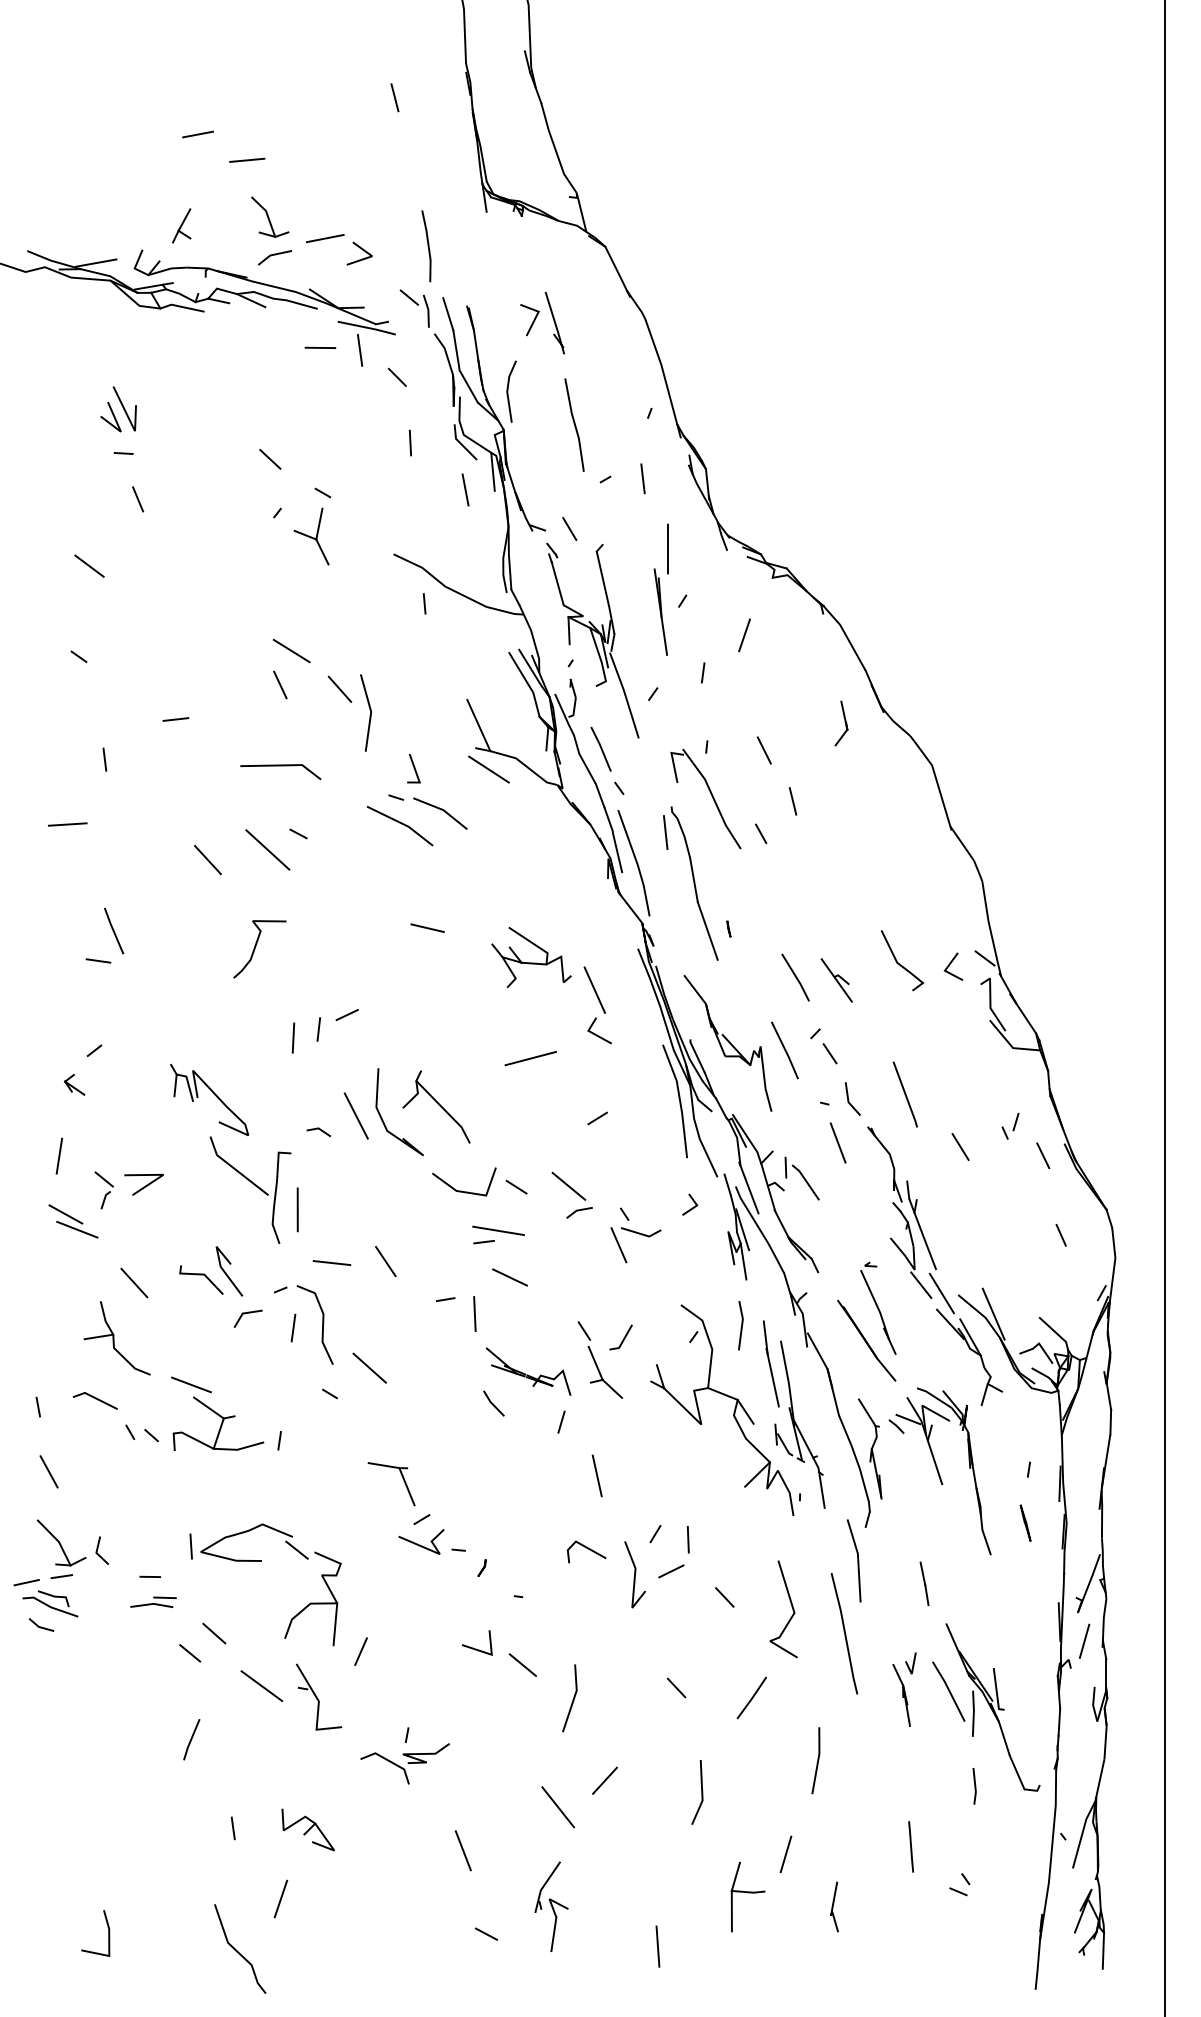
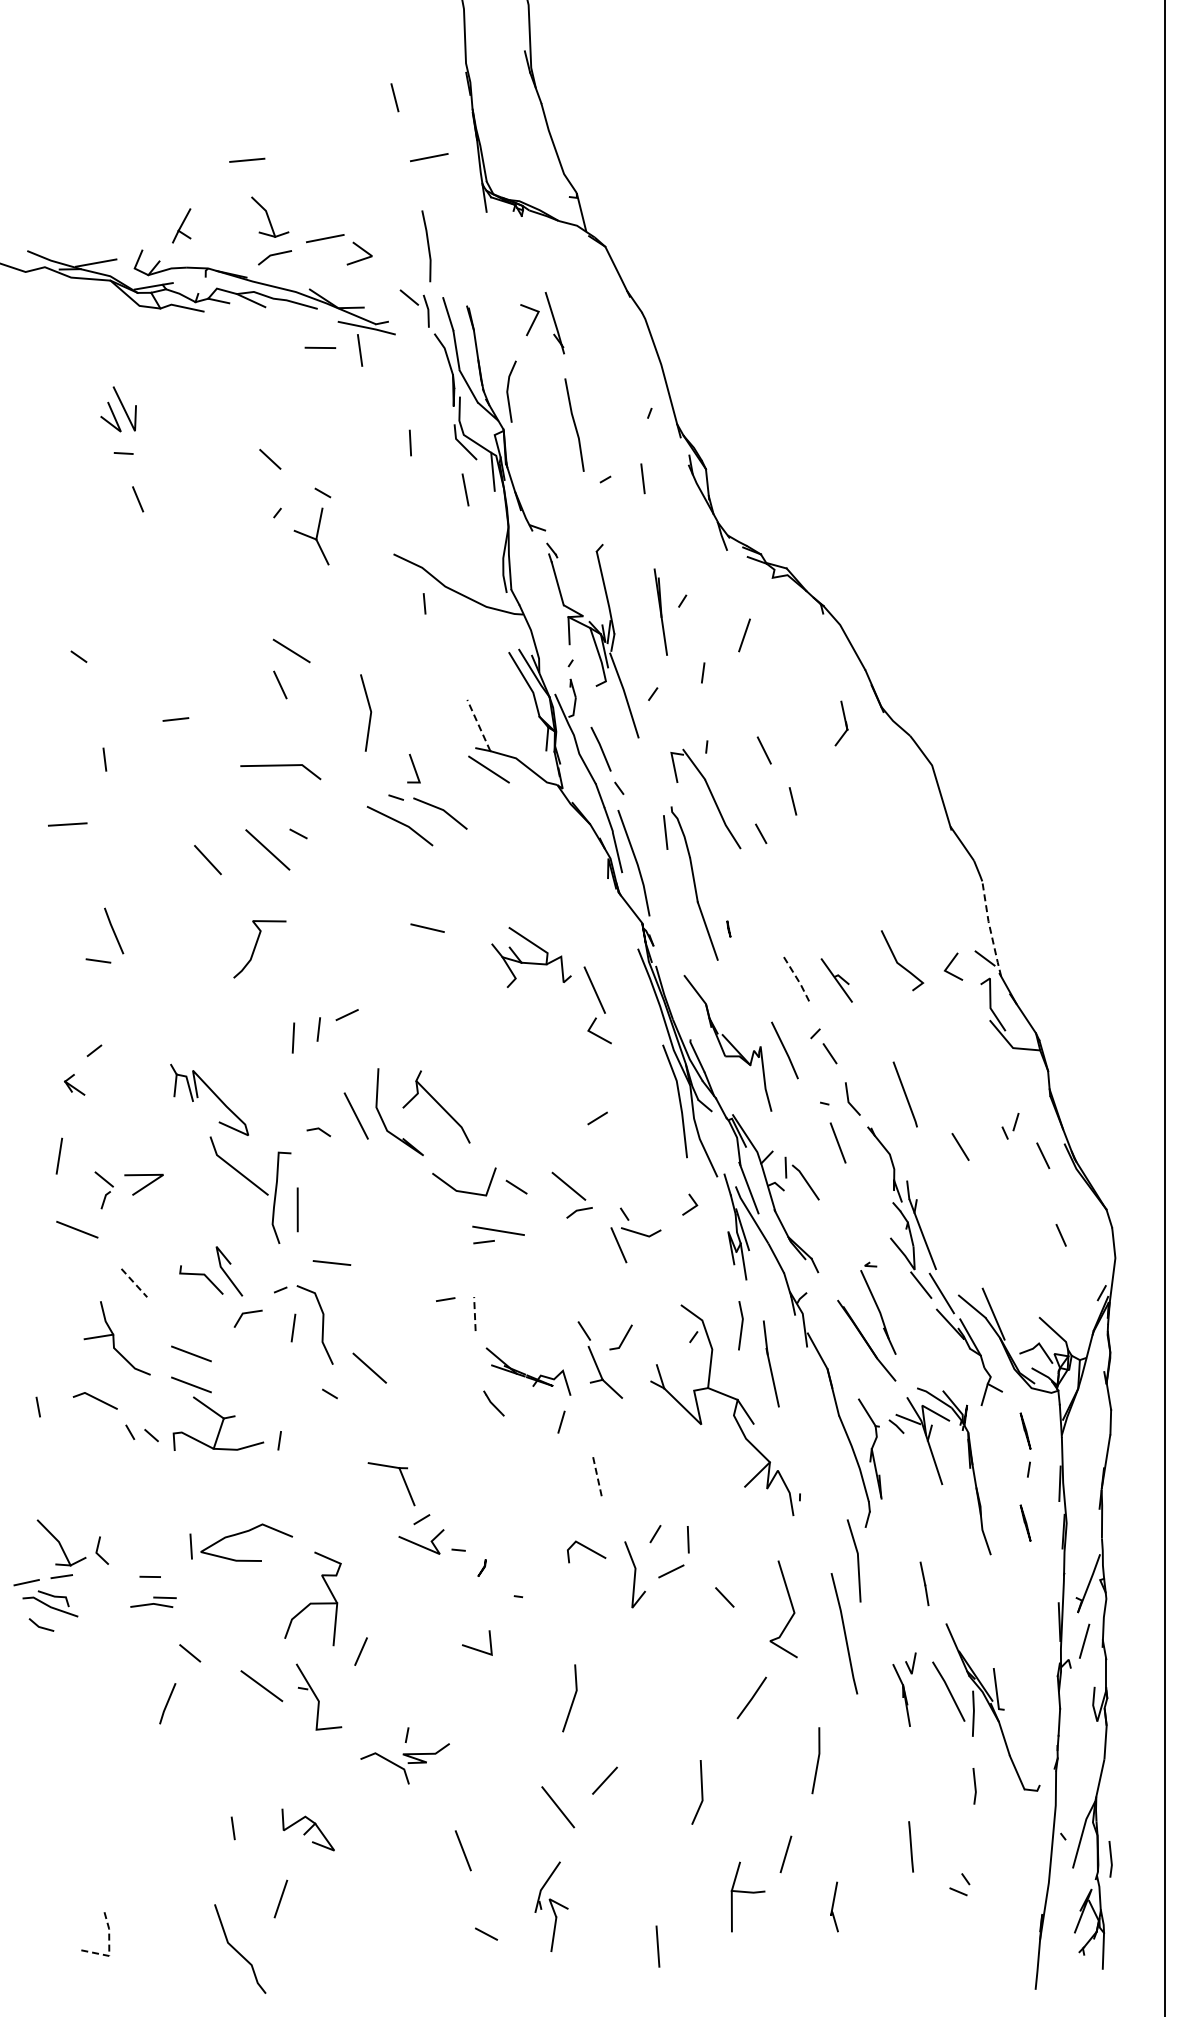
line at (198, 134): present -> none
line at (429, 157): none -> present
line at (396, 376): present -> none
line at (569, 528): present -> none
line at (667, 548): present -> none
line at (89, 565): present -> none
line at (339, 688): present -> none
line at (478, 725): solid -> dashed
line at (990, 929): solid -> dashed
line at (796, 977): solid -> dashed
line at (530, 1058): present -> none
line at (65, 1214): present -> none
line at (385, 1261): present -> none
line at (509, 1277): present -> none
line at (134, 1283): solid -> dashed
line at (474, 1313): solid -> dashed
line at (191, 1353): none -> present
part at (799, 1424): present -> none
line at (1025, 1430): none -> present
line at (48, 1471): present -> none
line at (597, 1475): solid -> dashed
line at (296, 1549): present -> none
line at (214, 1633): present -> none
line at (522, 1664): present -> none
line at (676, 1687): present -> none
line at (191, 1739) position: (191, 1739) -> (167, 1703)
line at (1110, 1859): none -> present
line at (109, 1946): solid -> dashed
